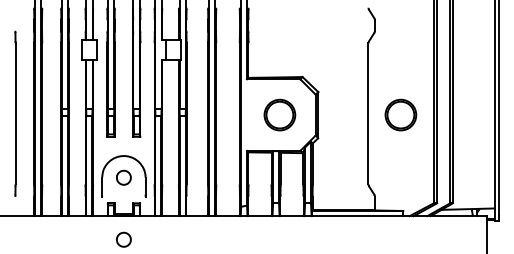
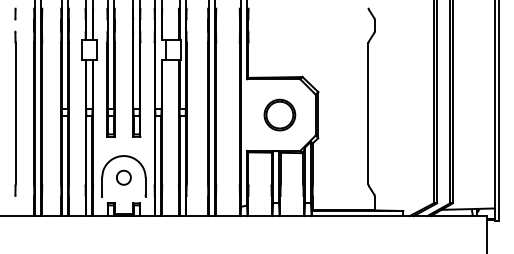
line at (15, 13): none -> present
part at (400, 114): present -> none
part at (123, 239): present -> none
